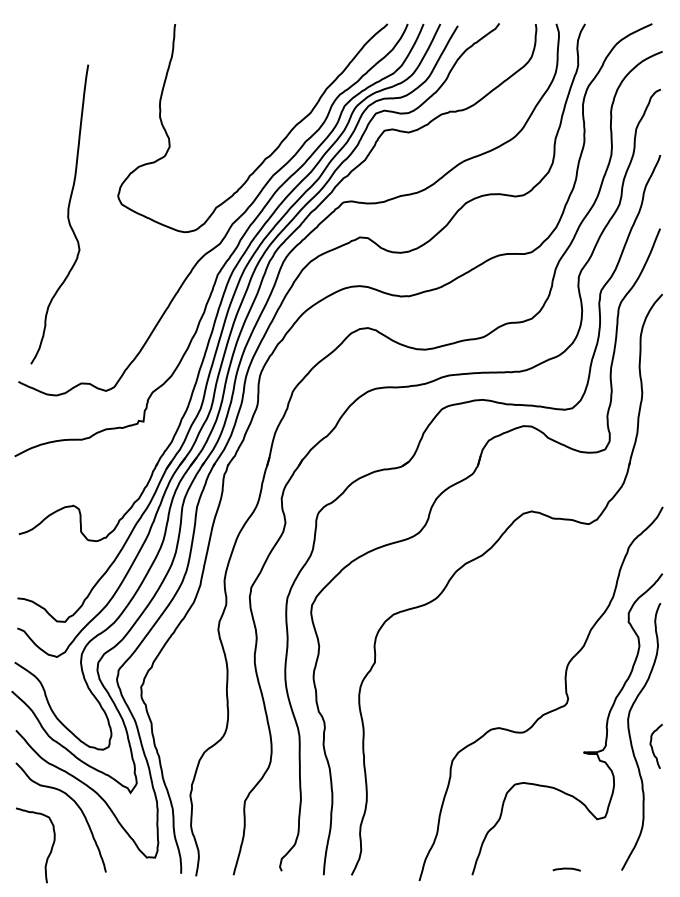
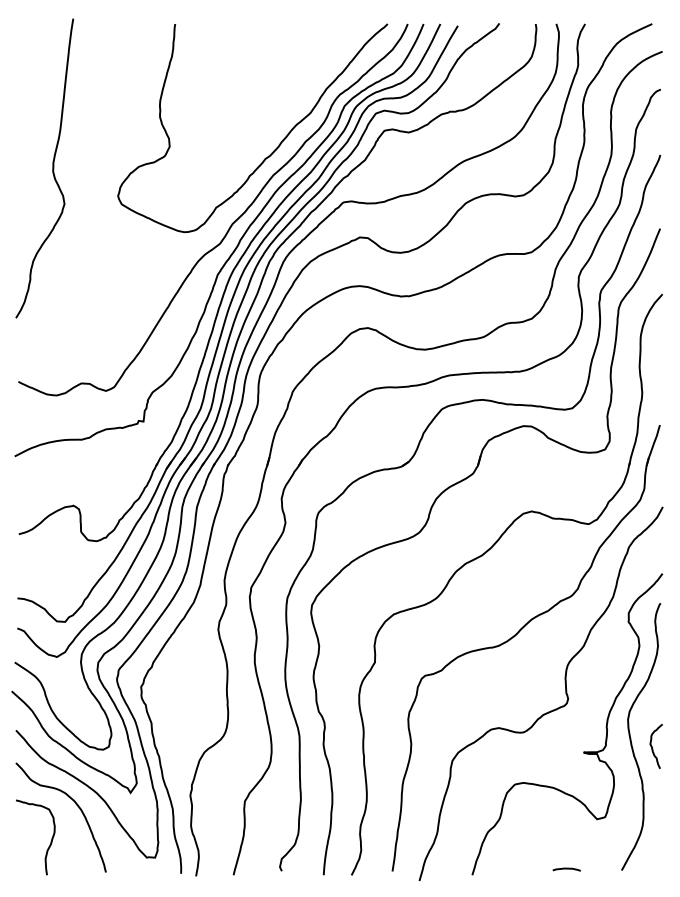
curve at (67, 214) position: (67, 214) -> (52, 168)
part at (514, 637): none -> present
curve at (50, 849) position: (50, 849) -> (50, 841)
